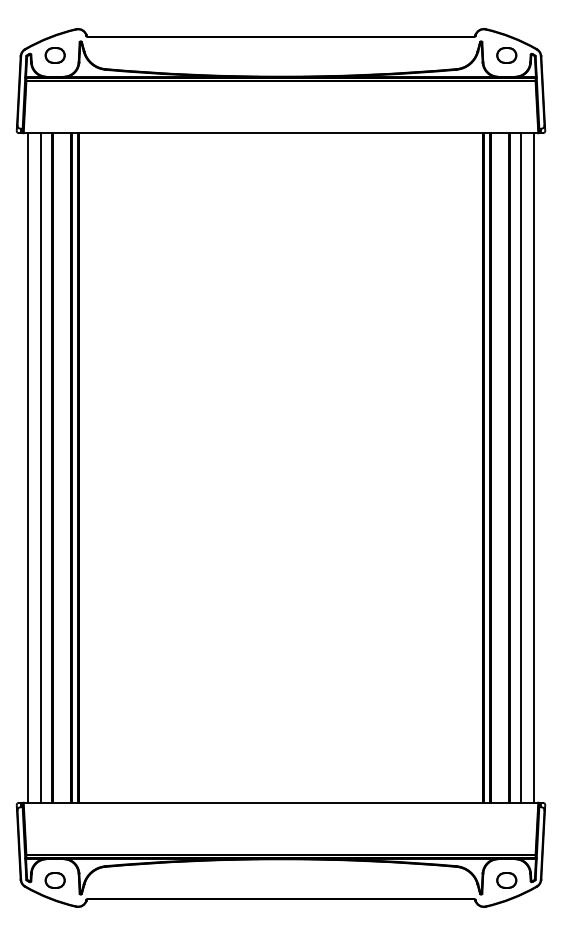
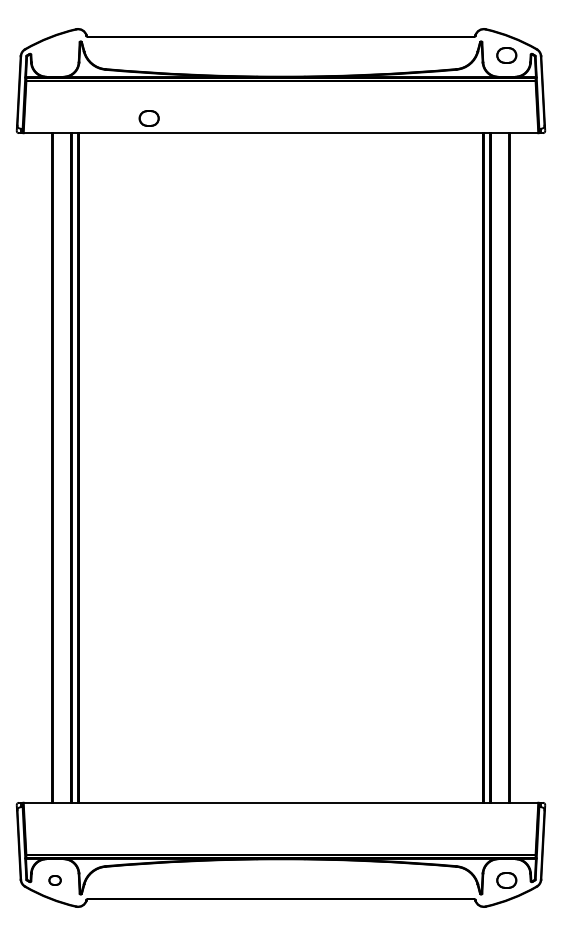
part at (54, 55) position: (54, 55) -> (148, 118)
line at (27, 467): present -> none
line at (40, 467): present -> none
line at (521, 467): present -> none
line at (534, 467): present -> none
part at (54, 880) size: 22x17 px -> 14x11 px
